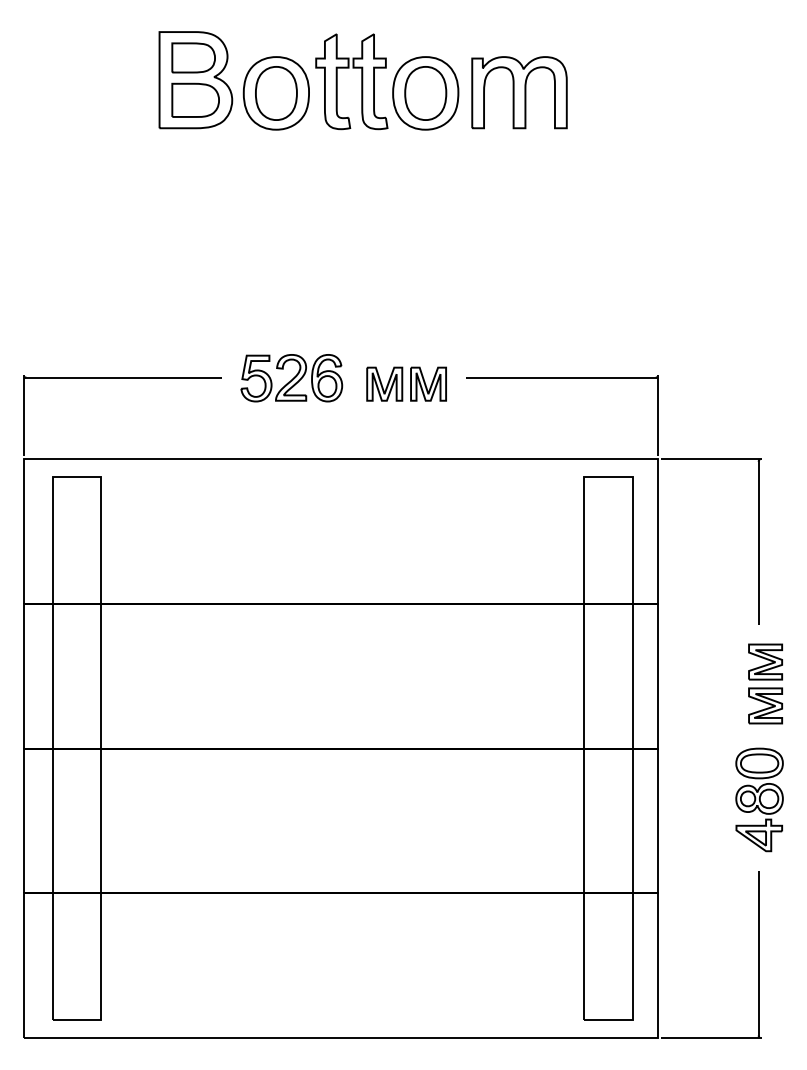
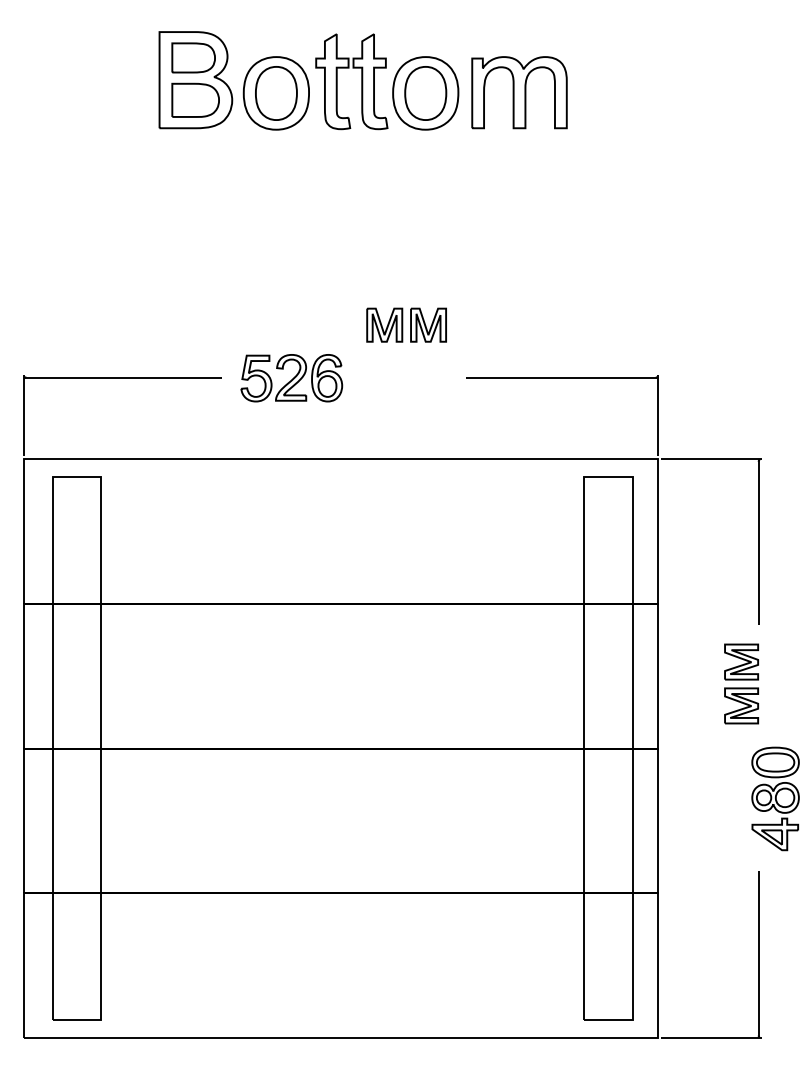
part at (406, 383) position: (406, 383) -> (406, 324)
part at (765, 683) position: (765, 683) -> (741, 683)
part at (759, 799) position: (759, 799) -> (775, 798)
